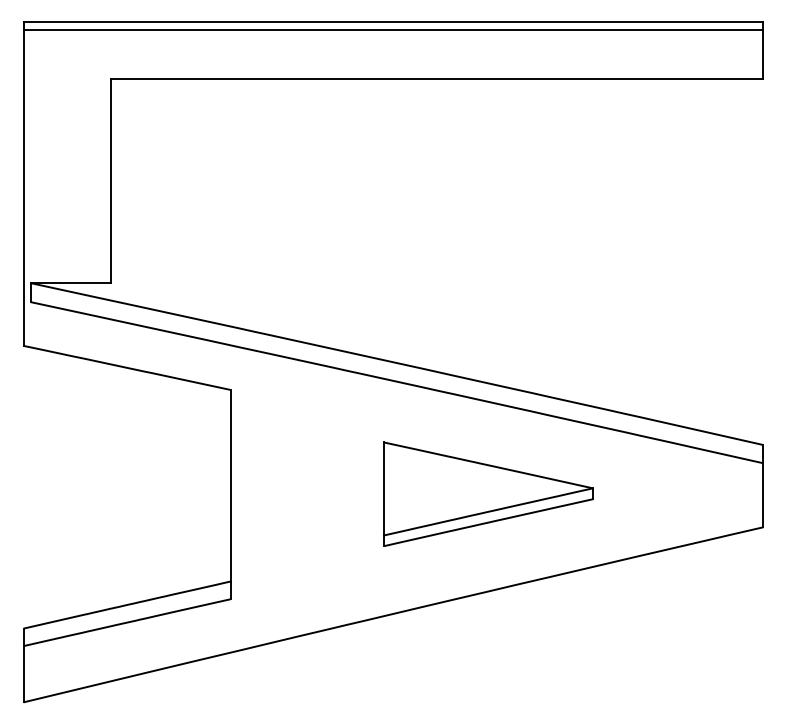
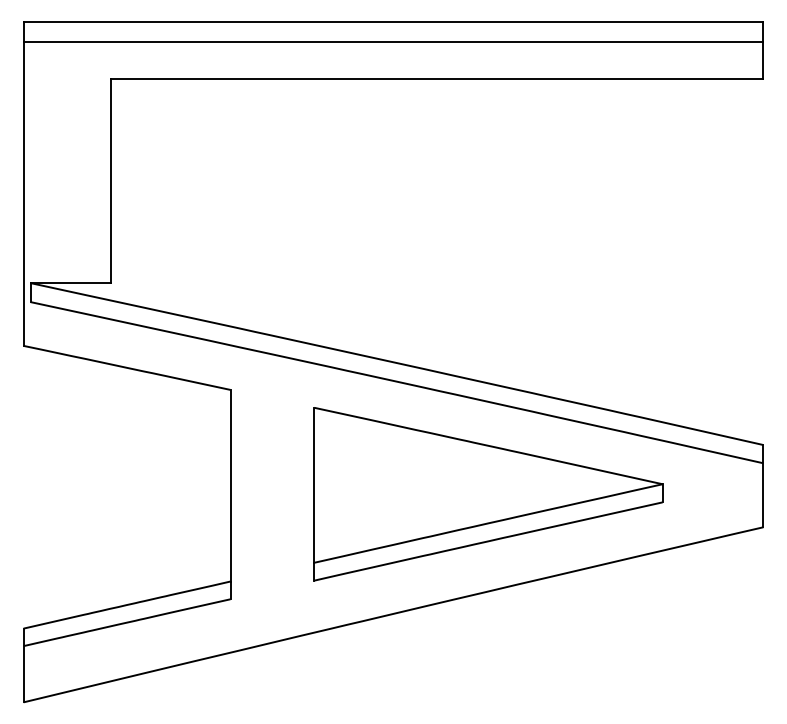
line at (393, 29) position: (393, 29) -> (393, 41)
part at (488, 493) size: 211x106 px -> 351x175 px
